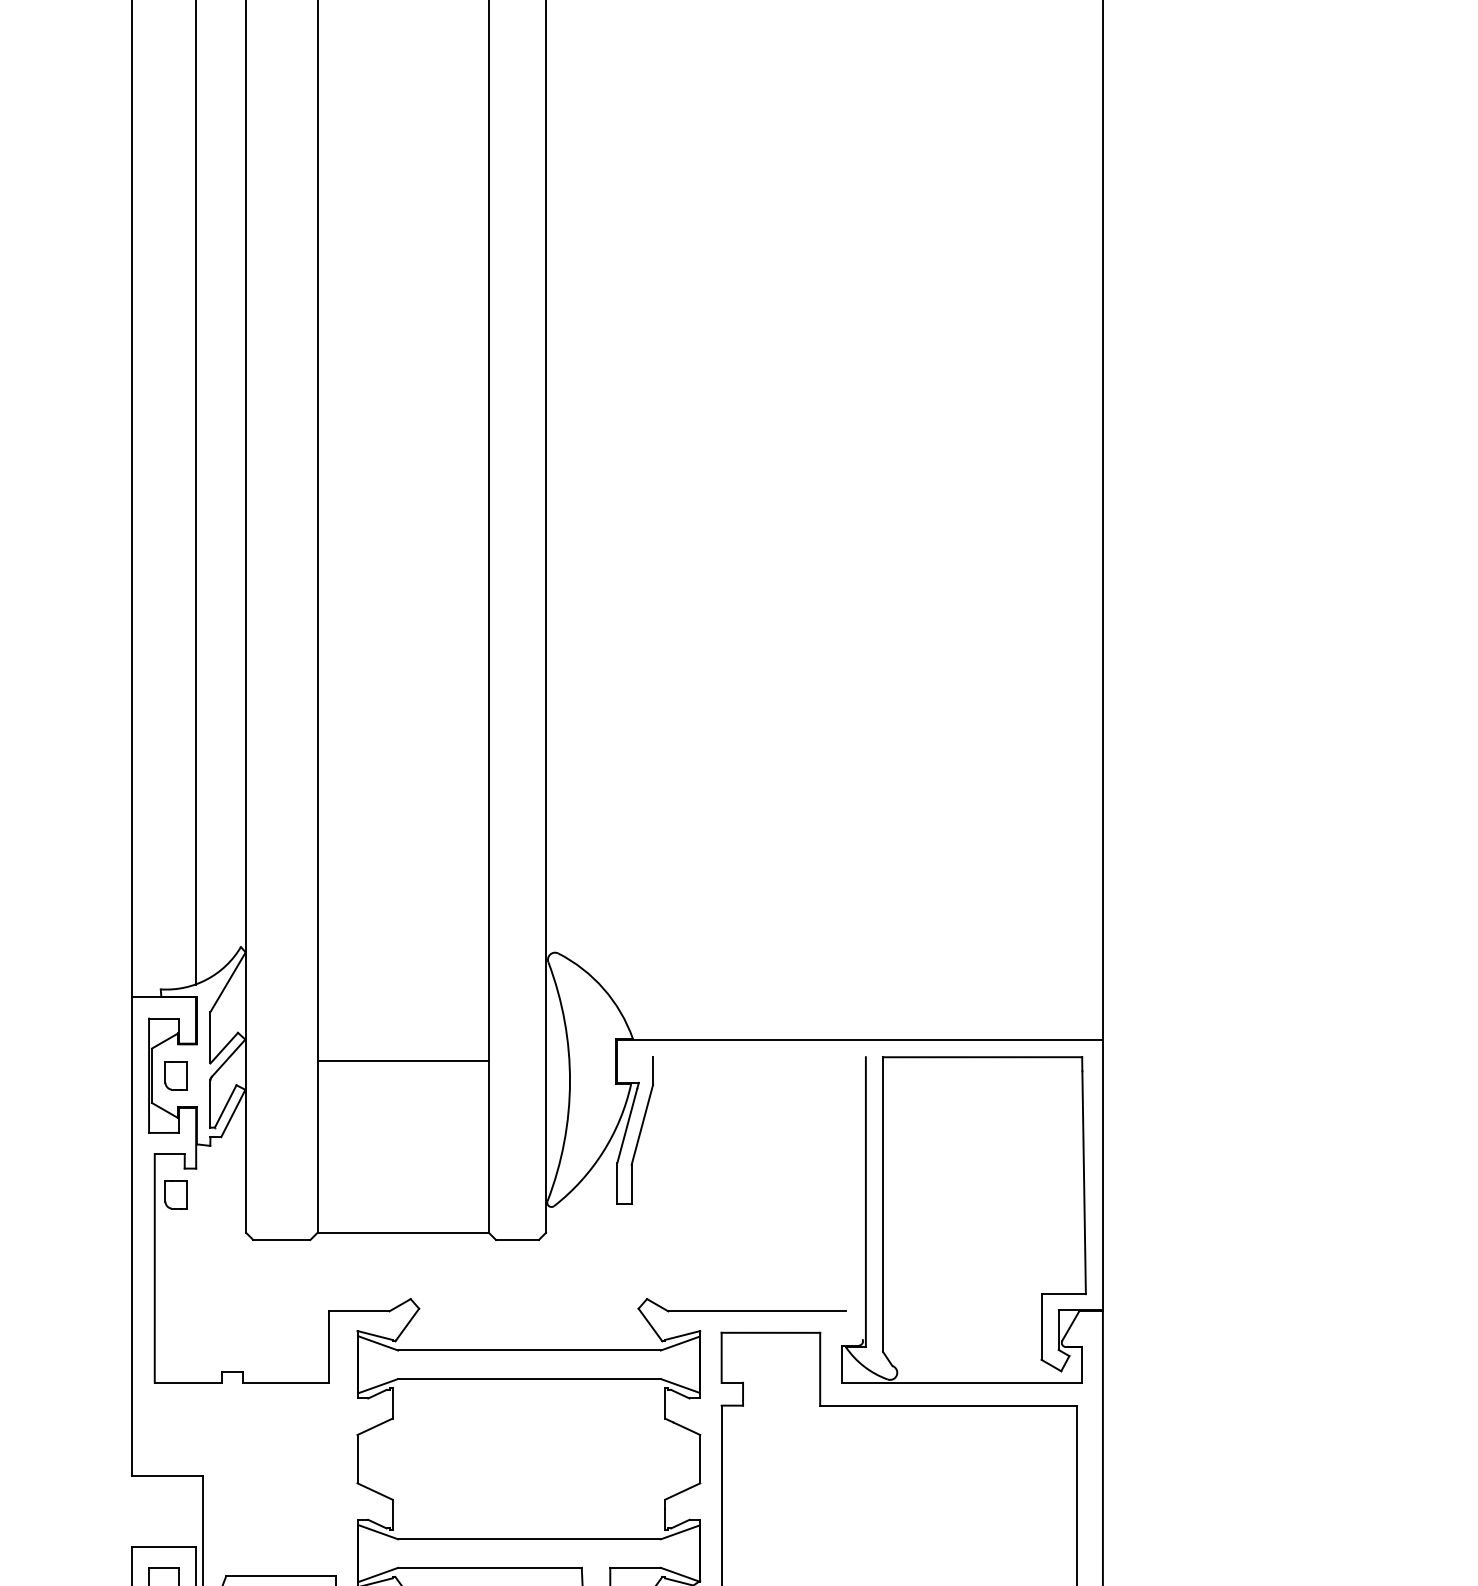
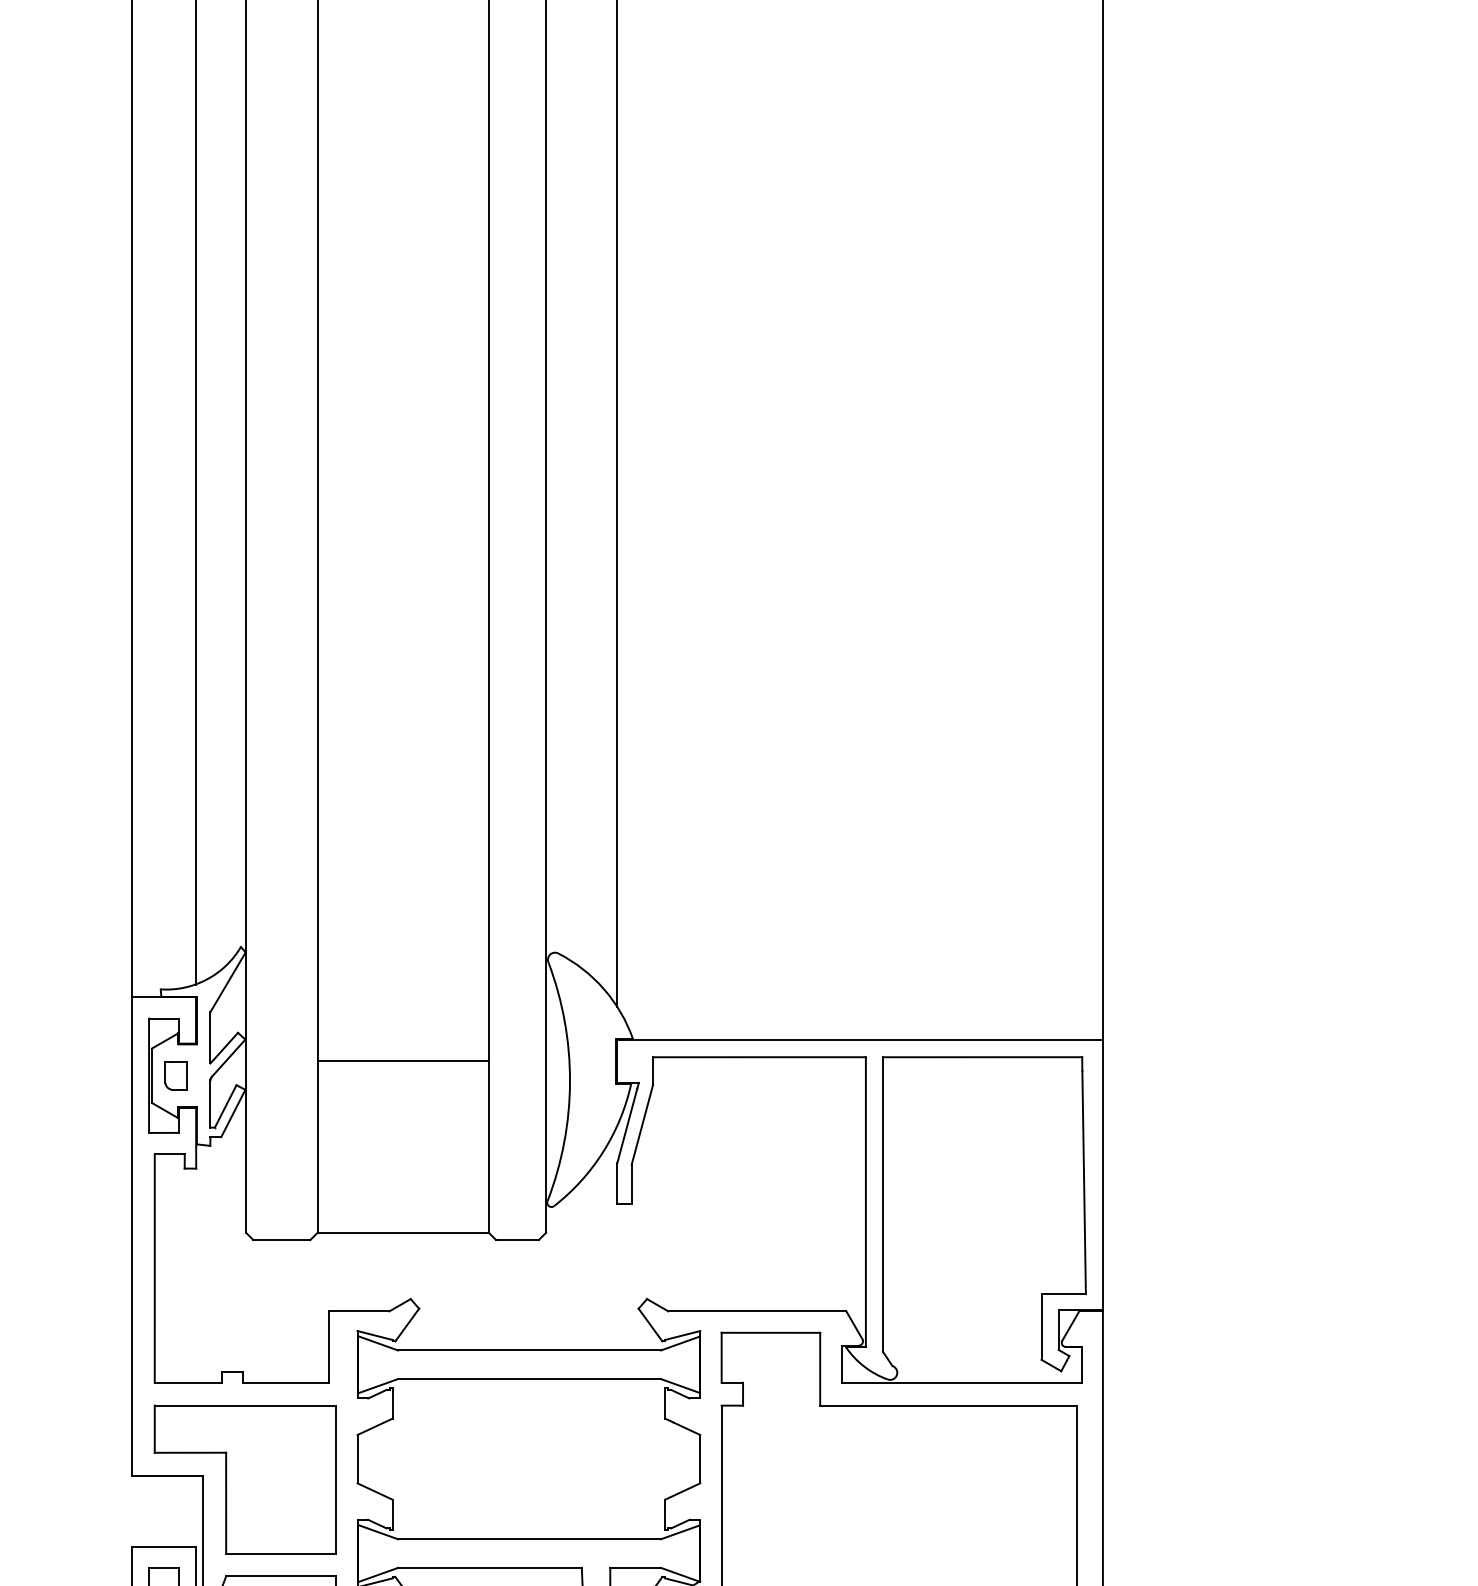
line at (617, 504): none -> present
line at (759, 1057): none -> present
part at (175, 1194): present -> none
line at (854, 1325): none -> present
part at (244, 1479): none -> present
